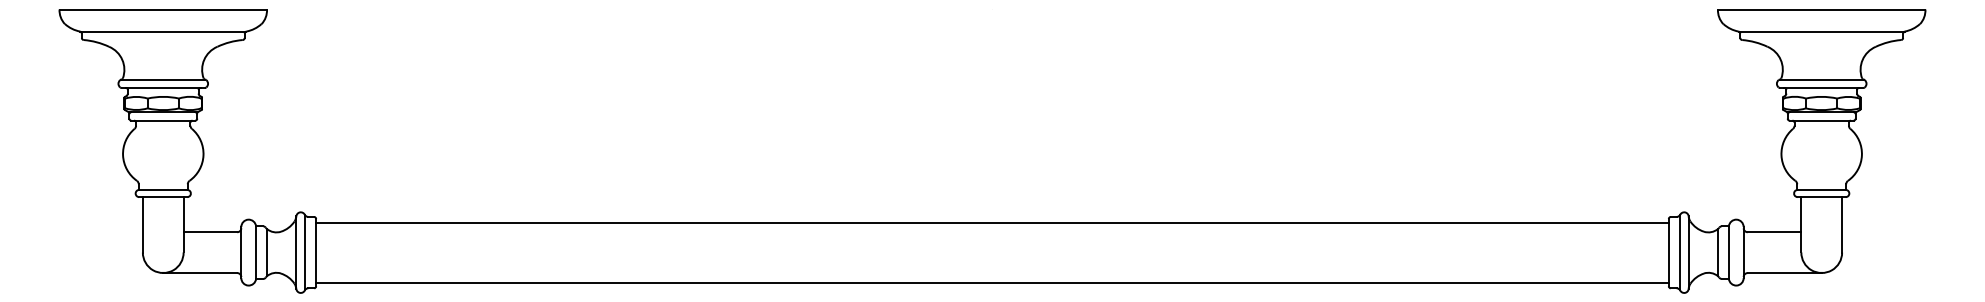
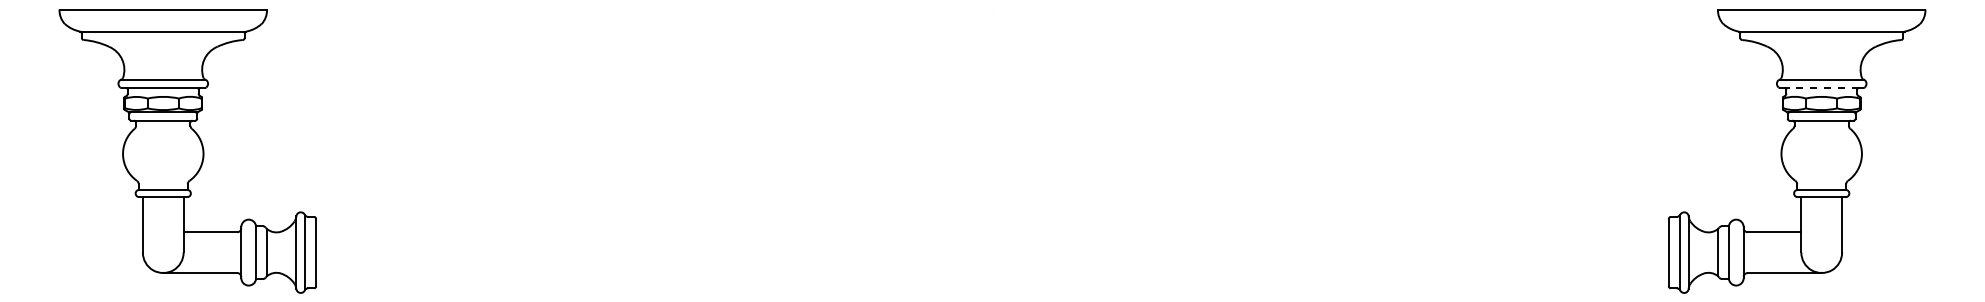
line at (1821, 87): solid -> dashed
line at (992, 222): present -> none
line at (992, 282): present -> none
